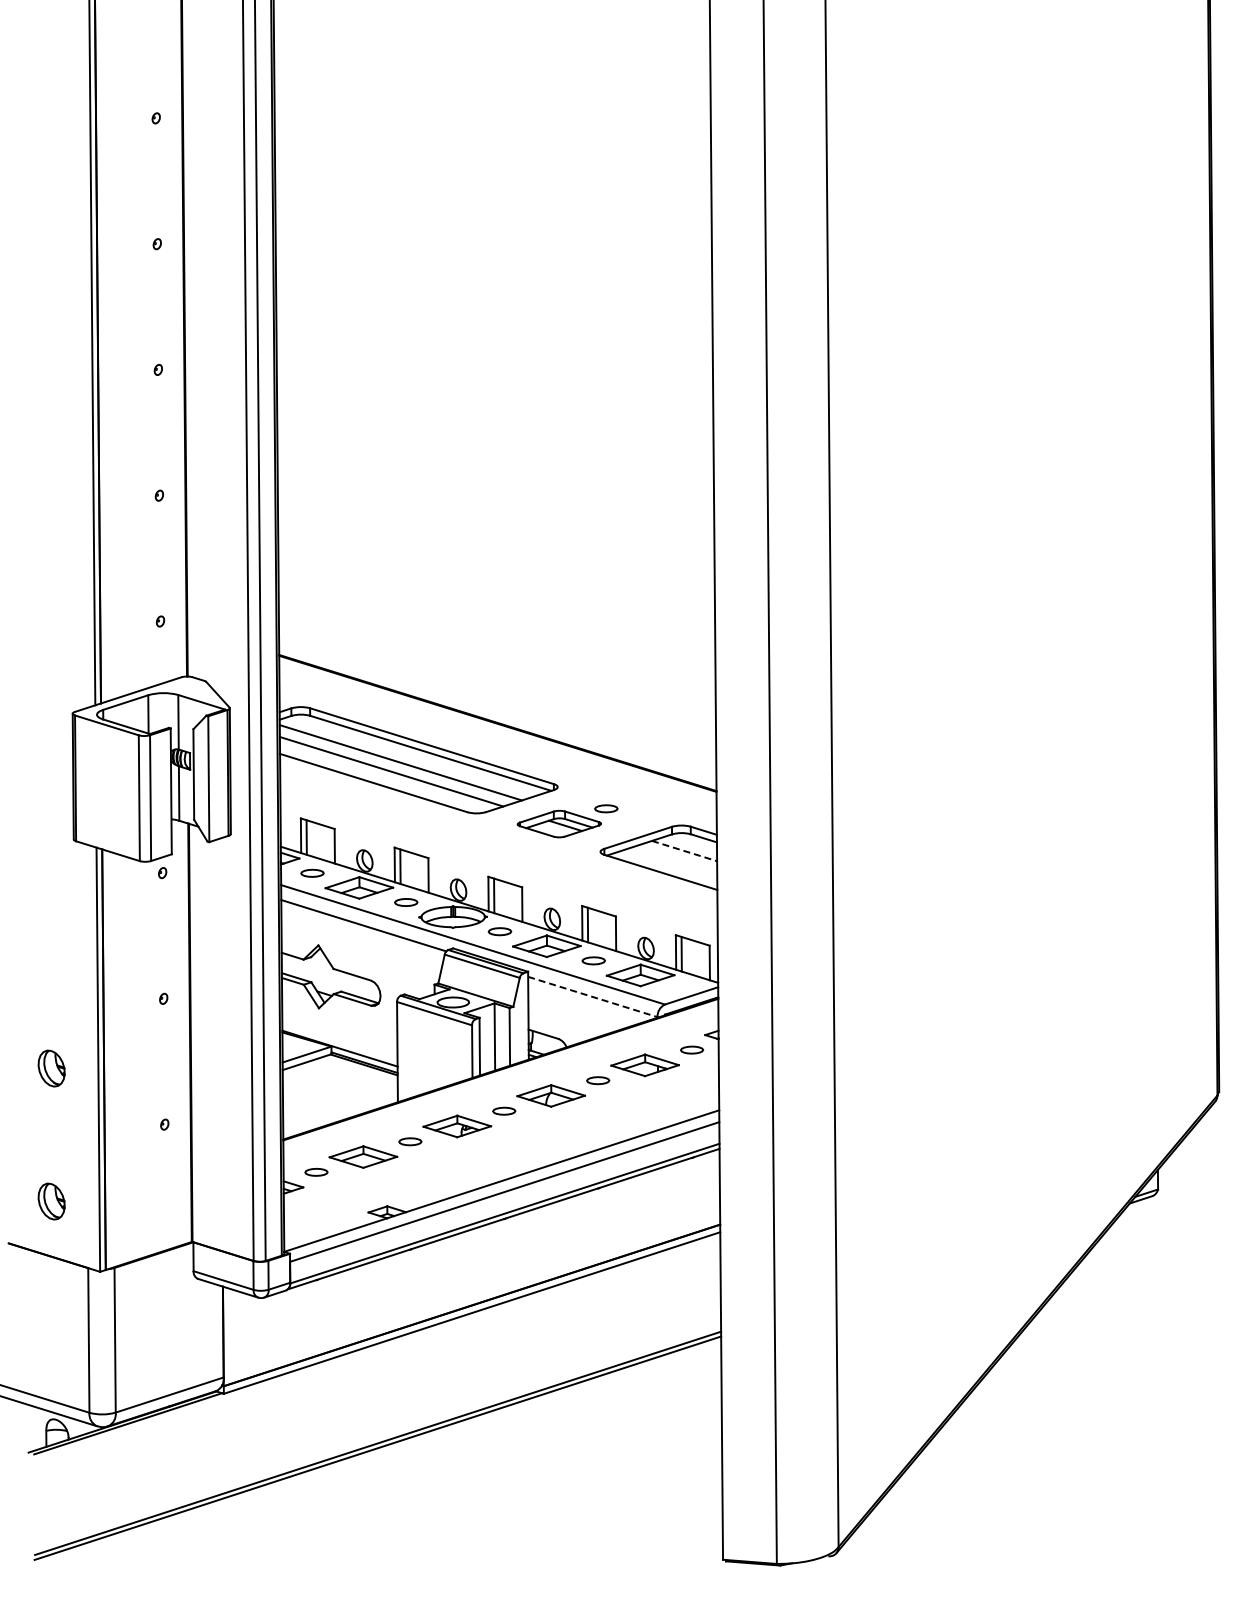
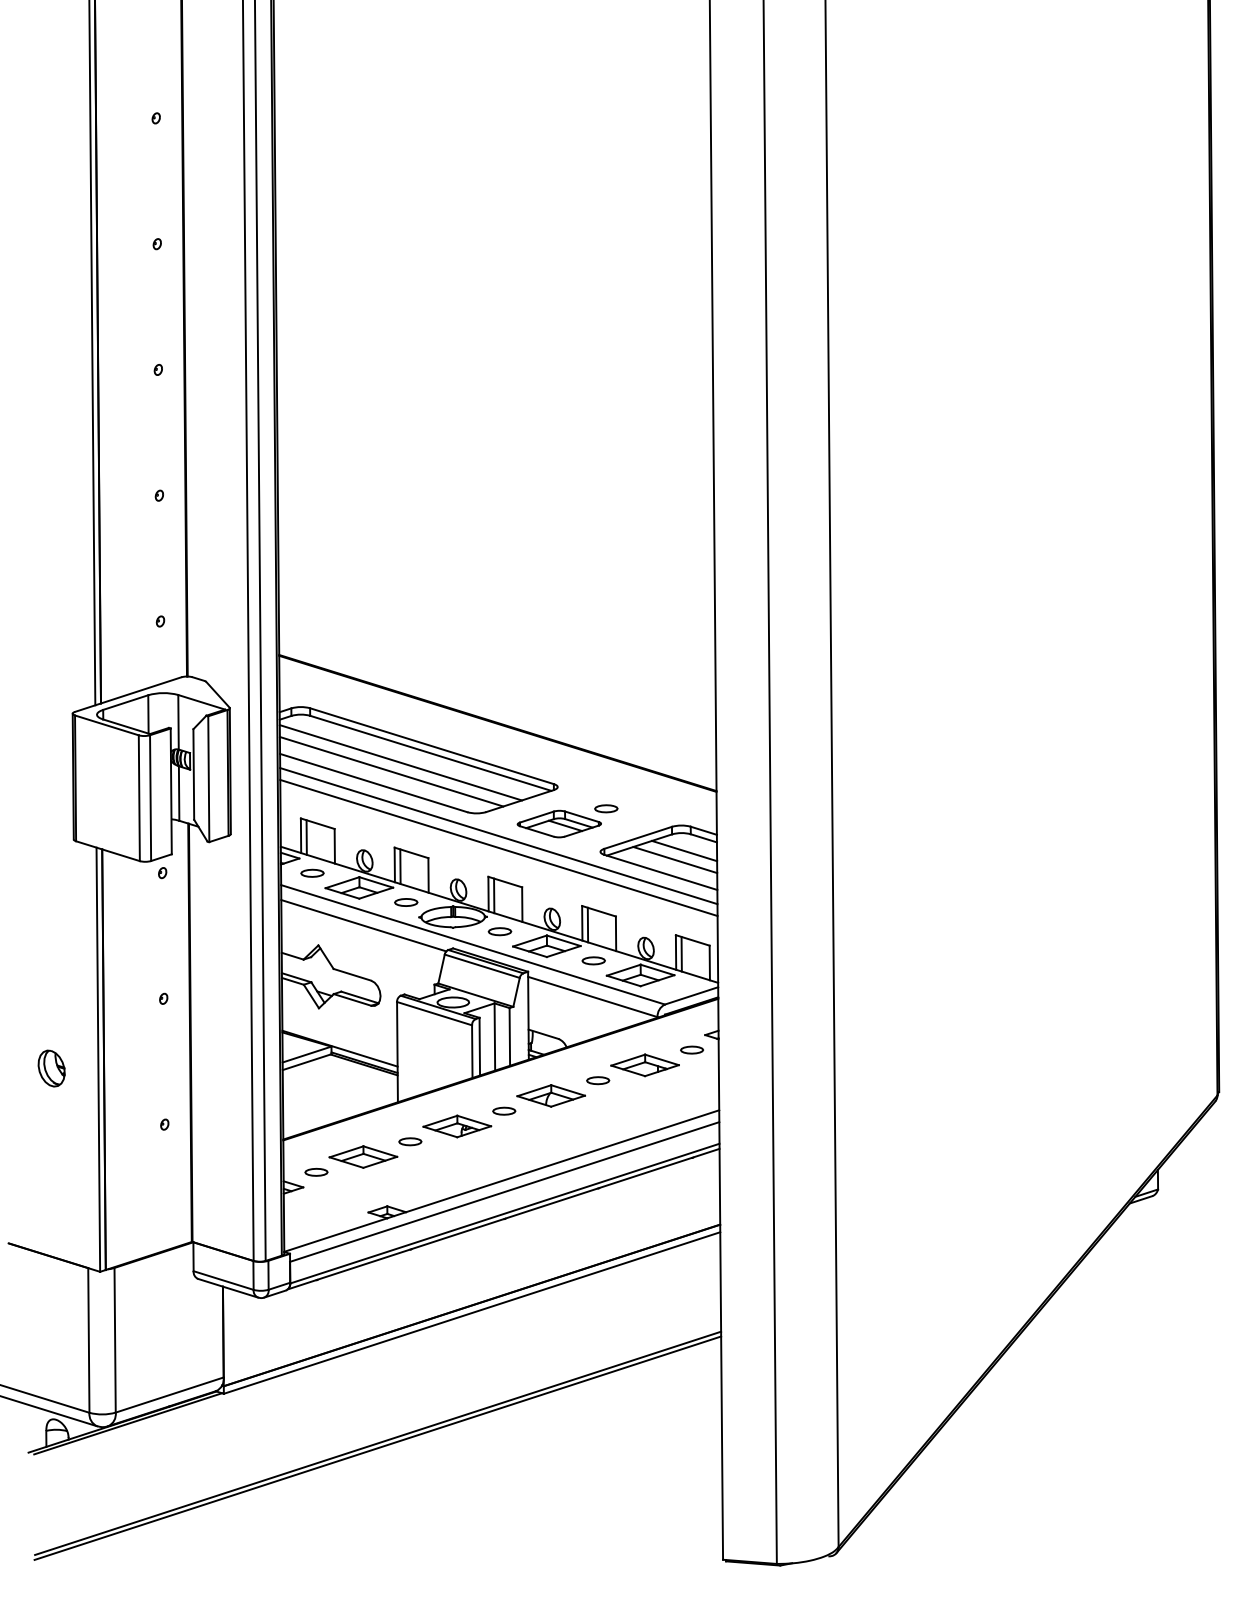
line at (498, 836): none -> present
line at (498, 847): none -> present
line at (685, 851): dashed -> solid
line at (675, 859): none -> present
line at (592, 996): dashed -> solid
part at (51, 1201): present -> none
